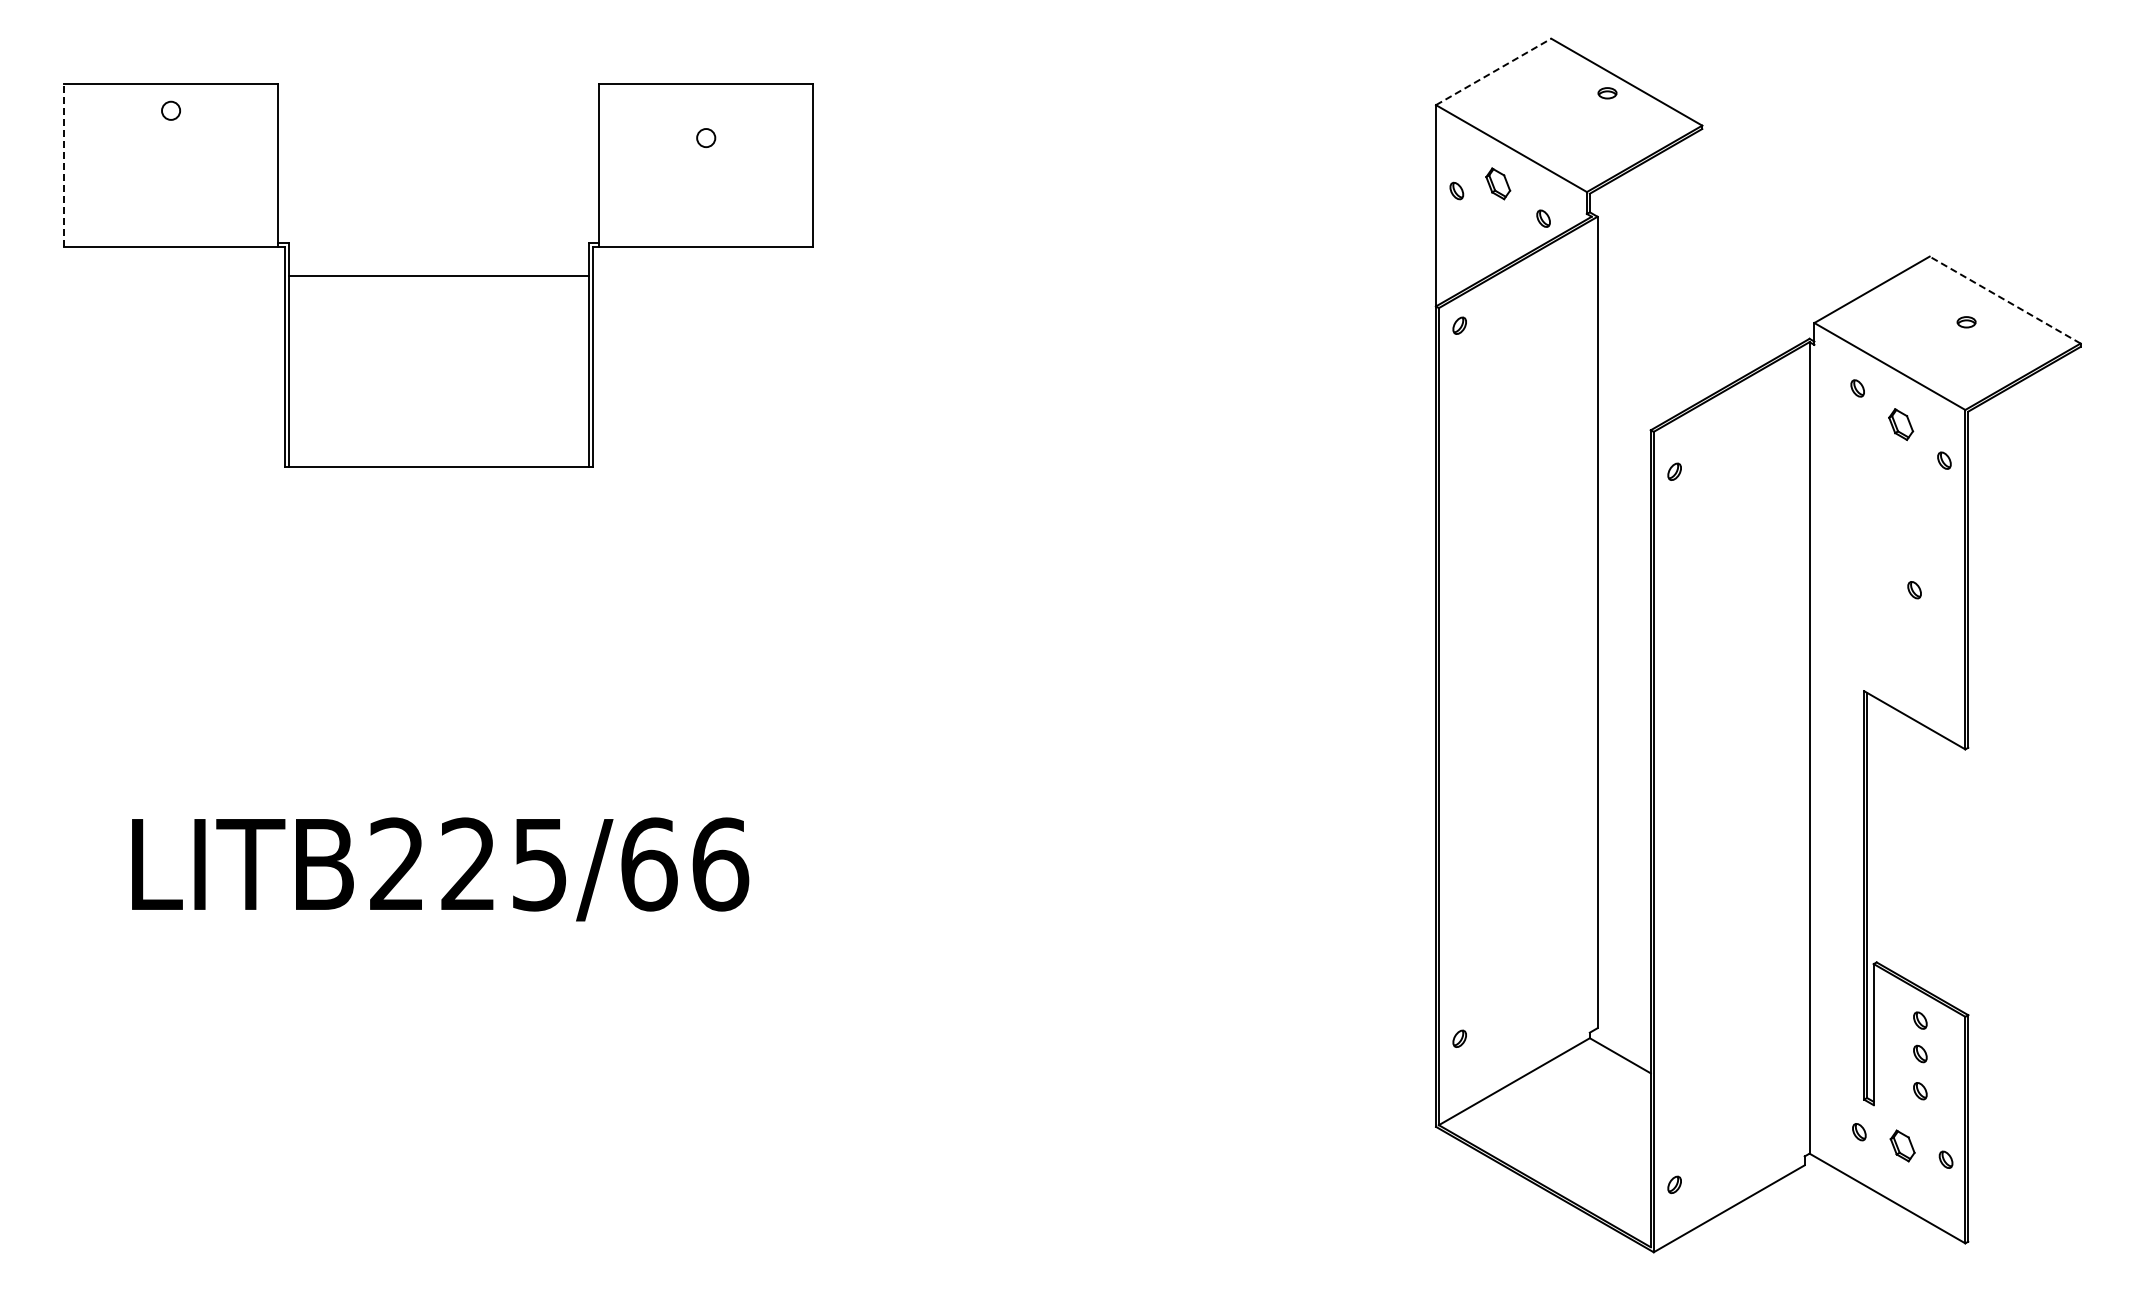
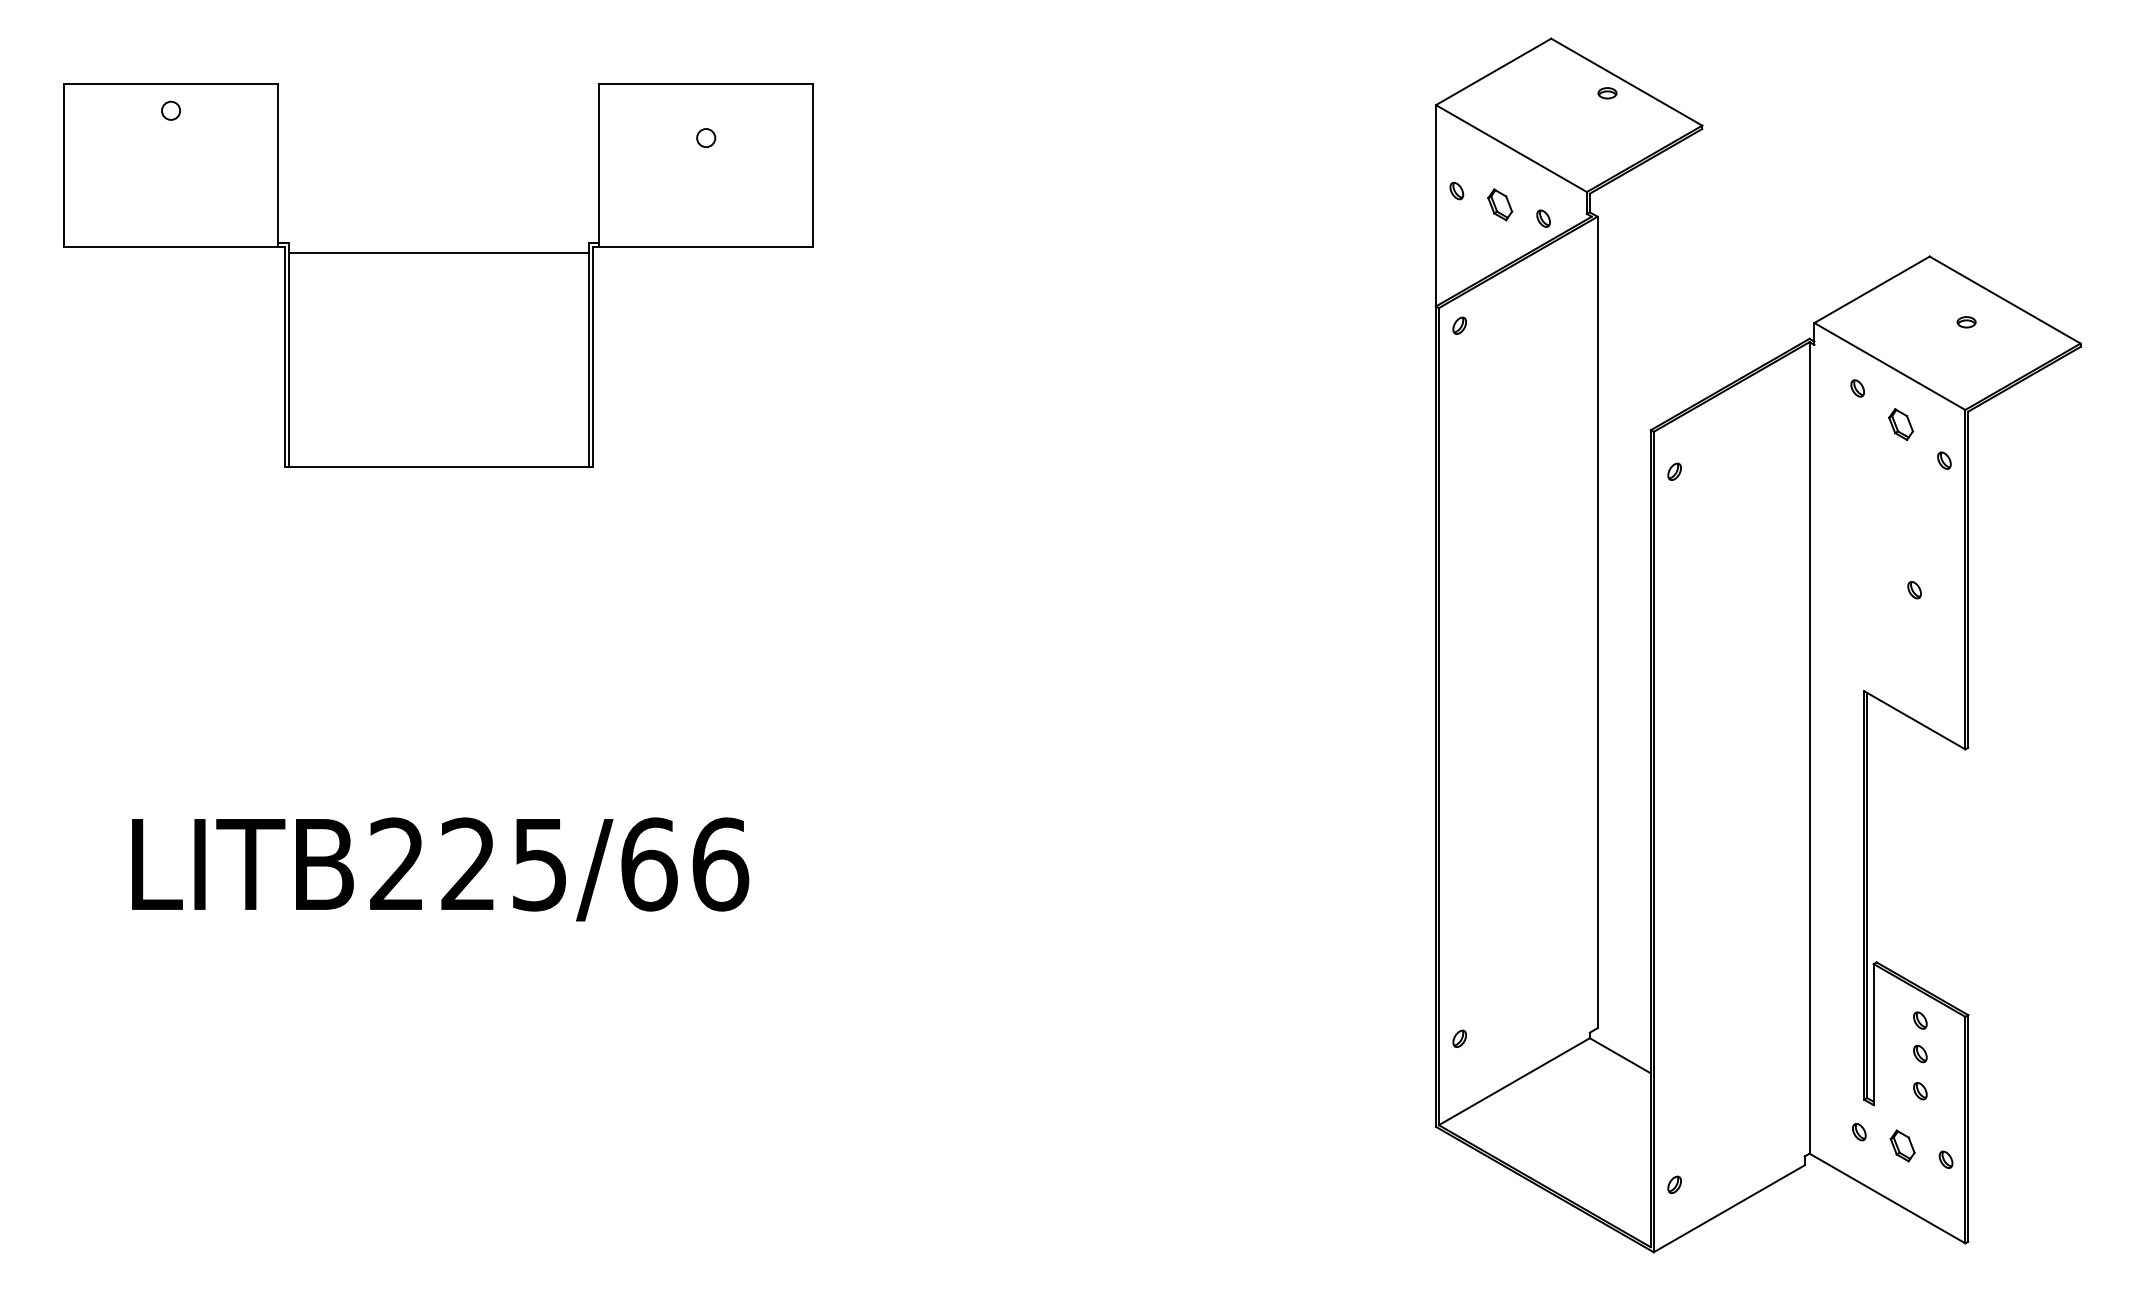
line at (1493, 71): dashed -> solid
line at (64, 165): dashed -> solid
part at (1498, 183) position: (1498, 183) -> (1500, 204)
line at (438, 276) position: (438, 276) -> (438, 253)
line at (2004, 299): dashed -> solid
